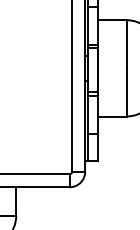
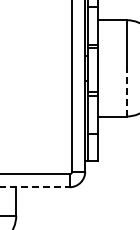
line at (126, 91): solid -> dashed
line at (35, 187): solid -> dashed
